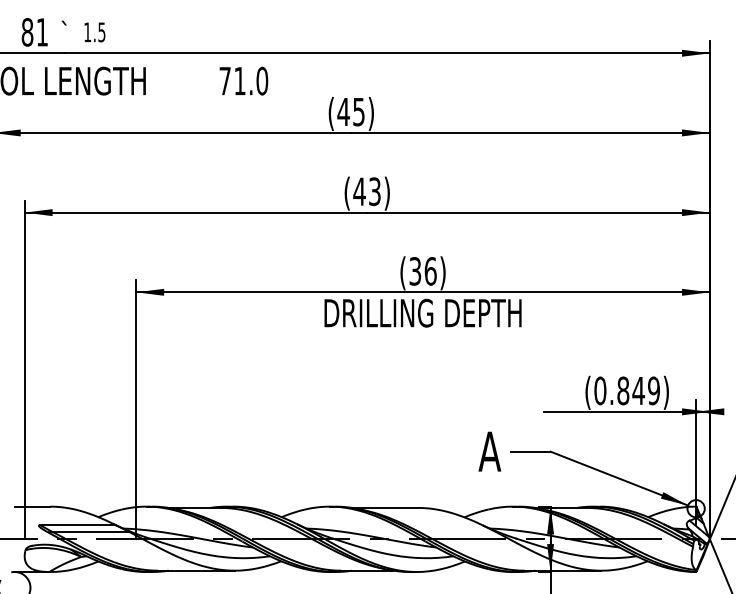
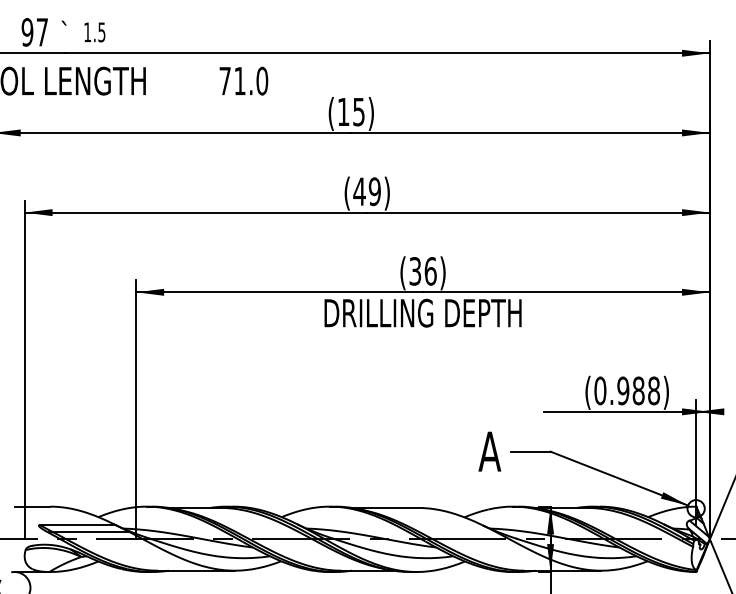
text at (34, 32): 81 -> 97
text at (343, 111): (45) -> (15)
text at (374, 191): (43) -> (49)
text at (638, 390): (0.849) -> (0.988)
